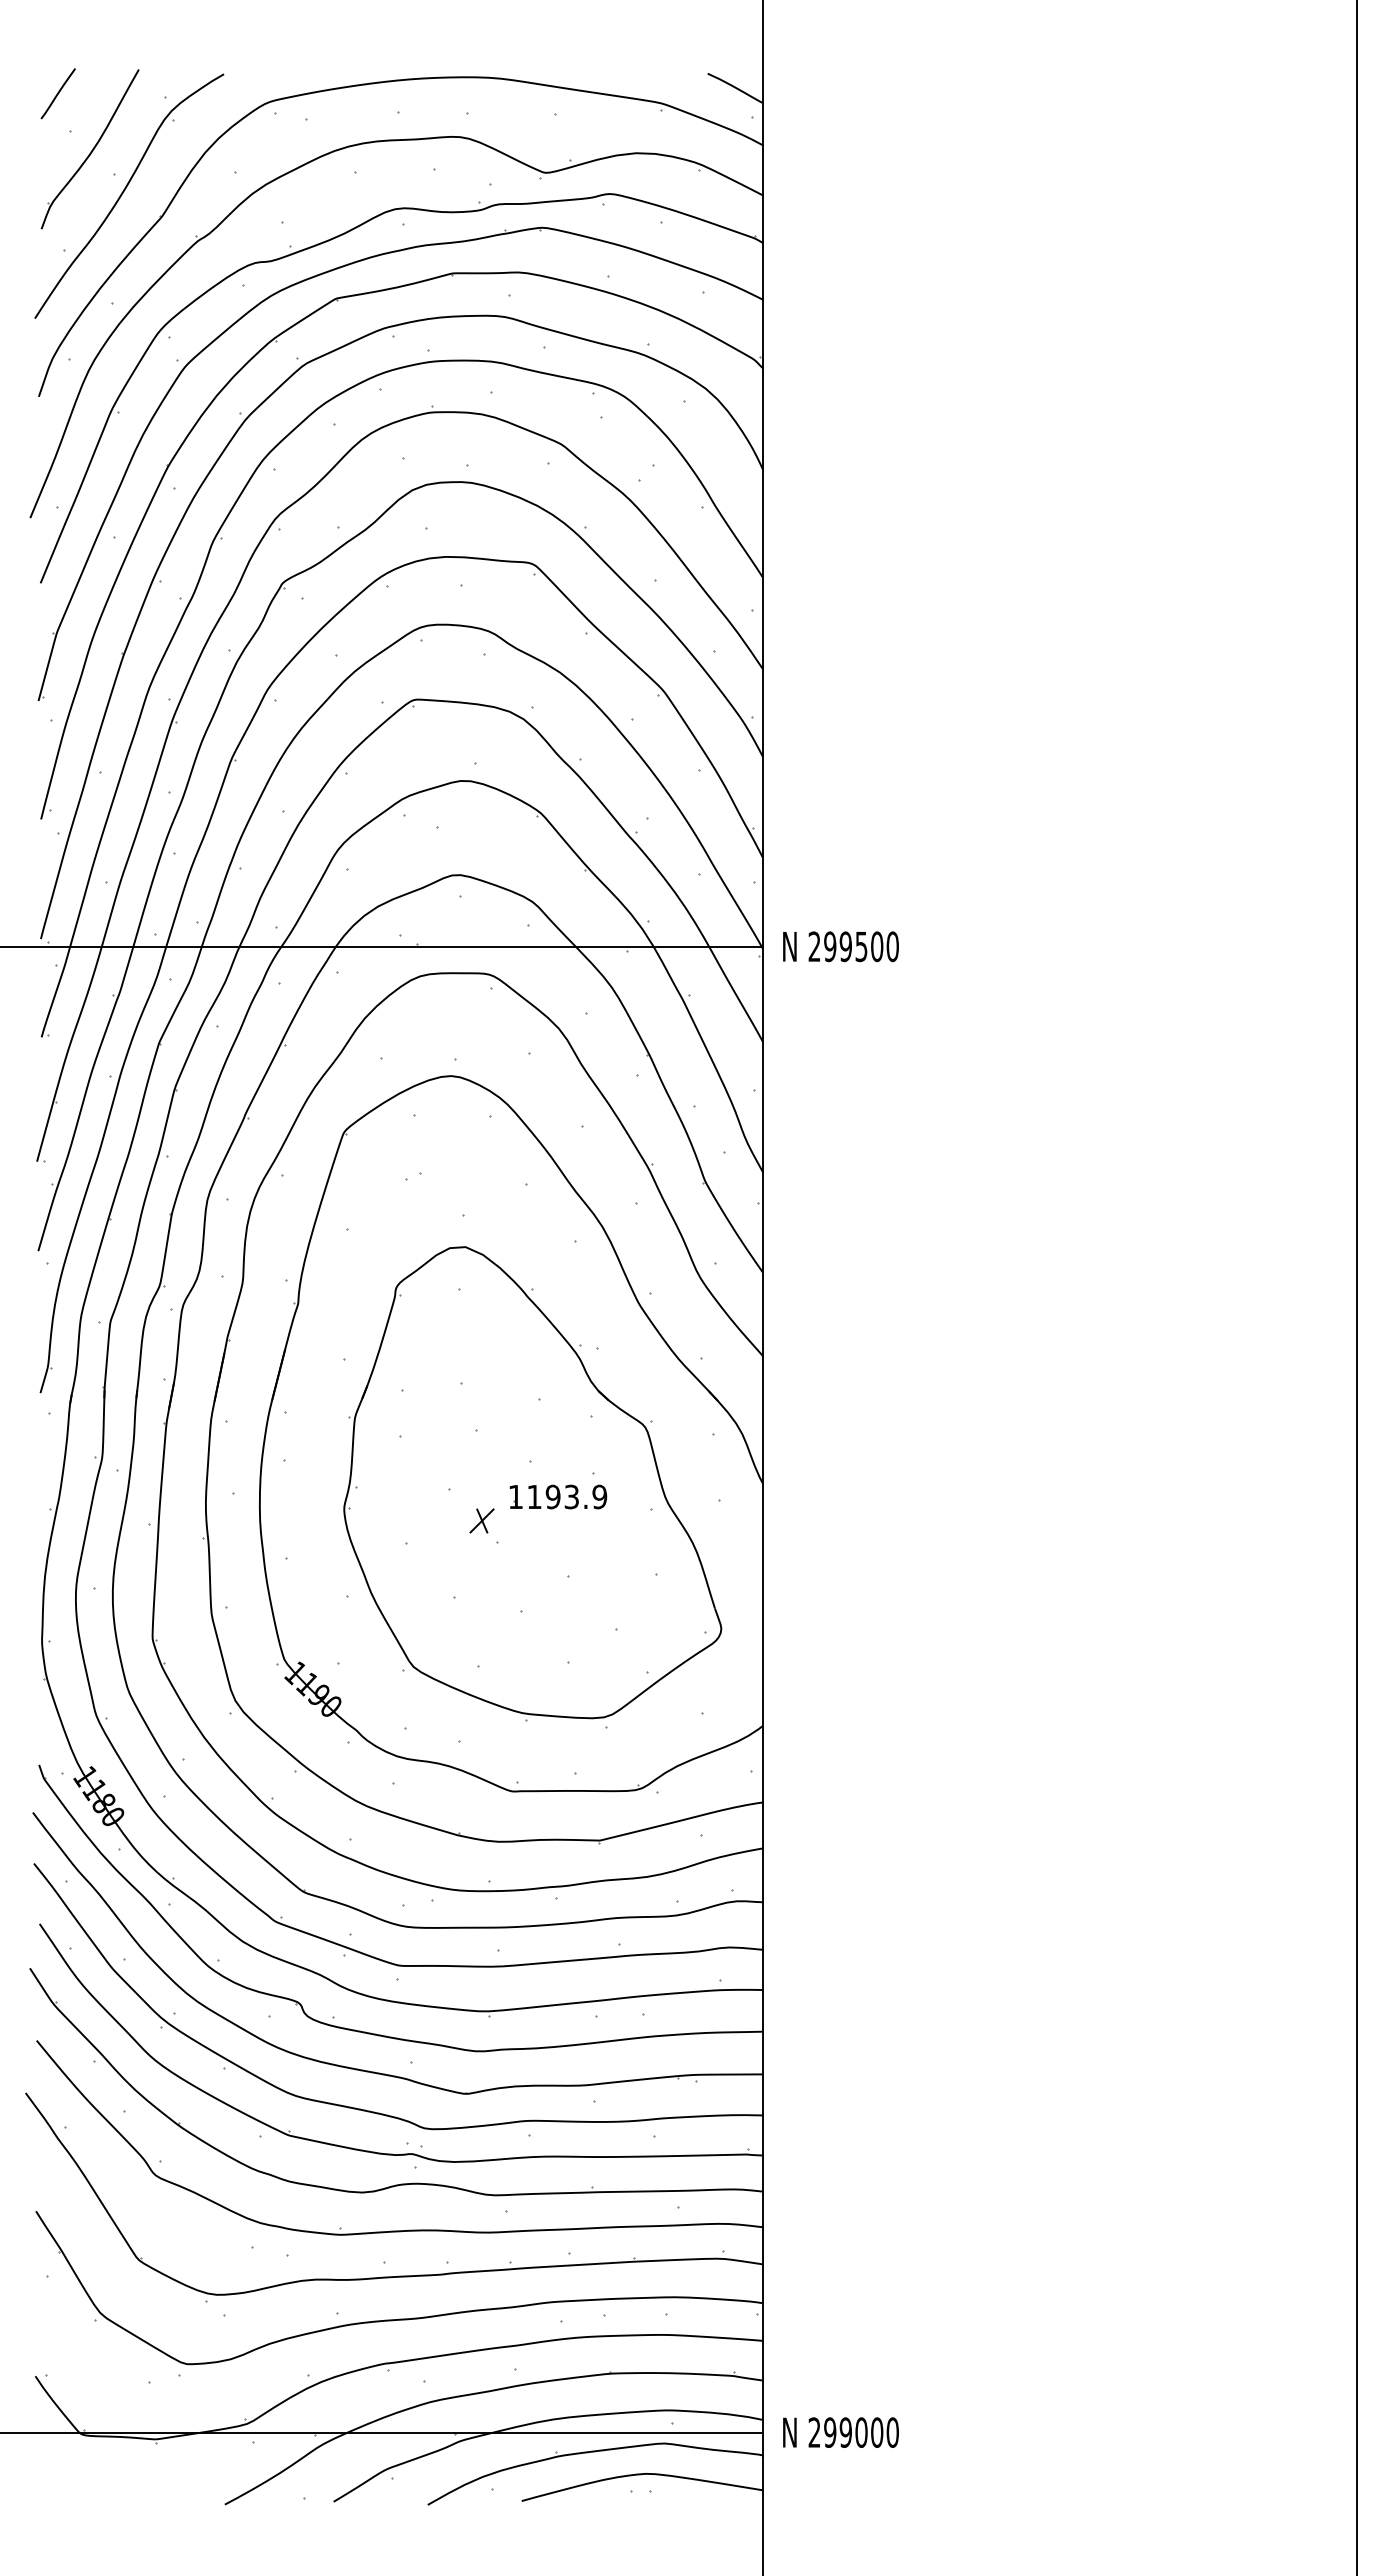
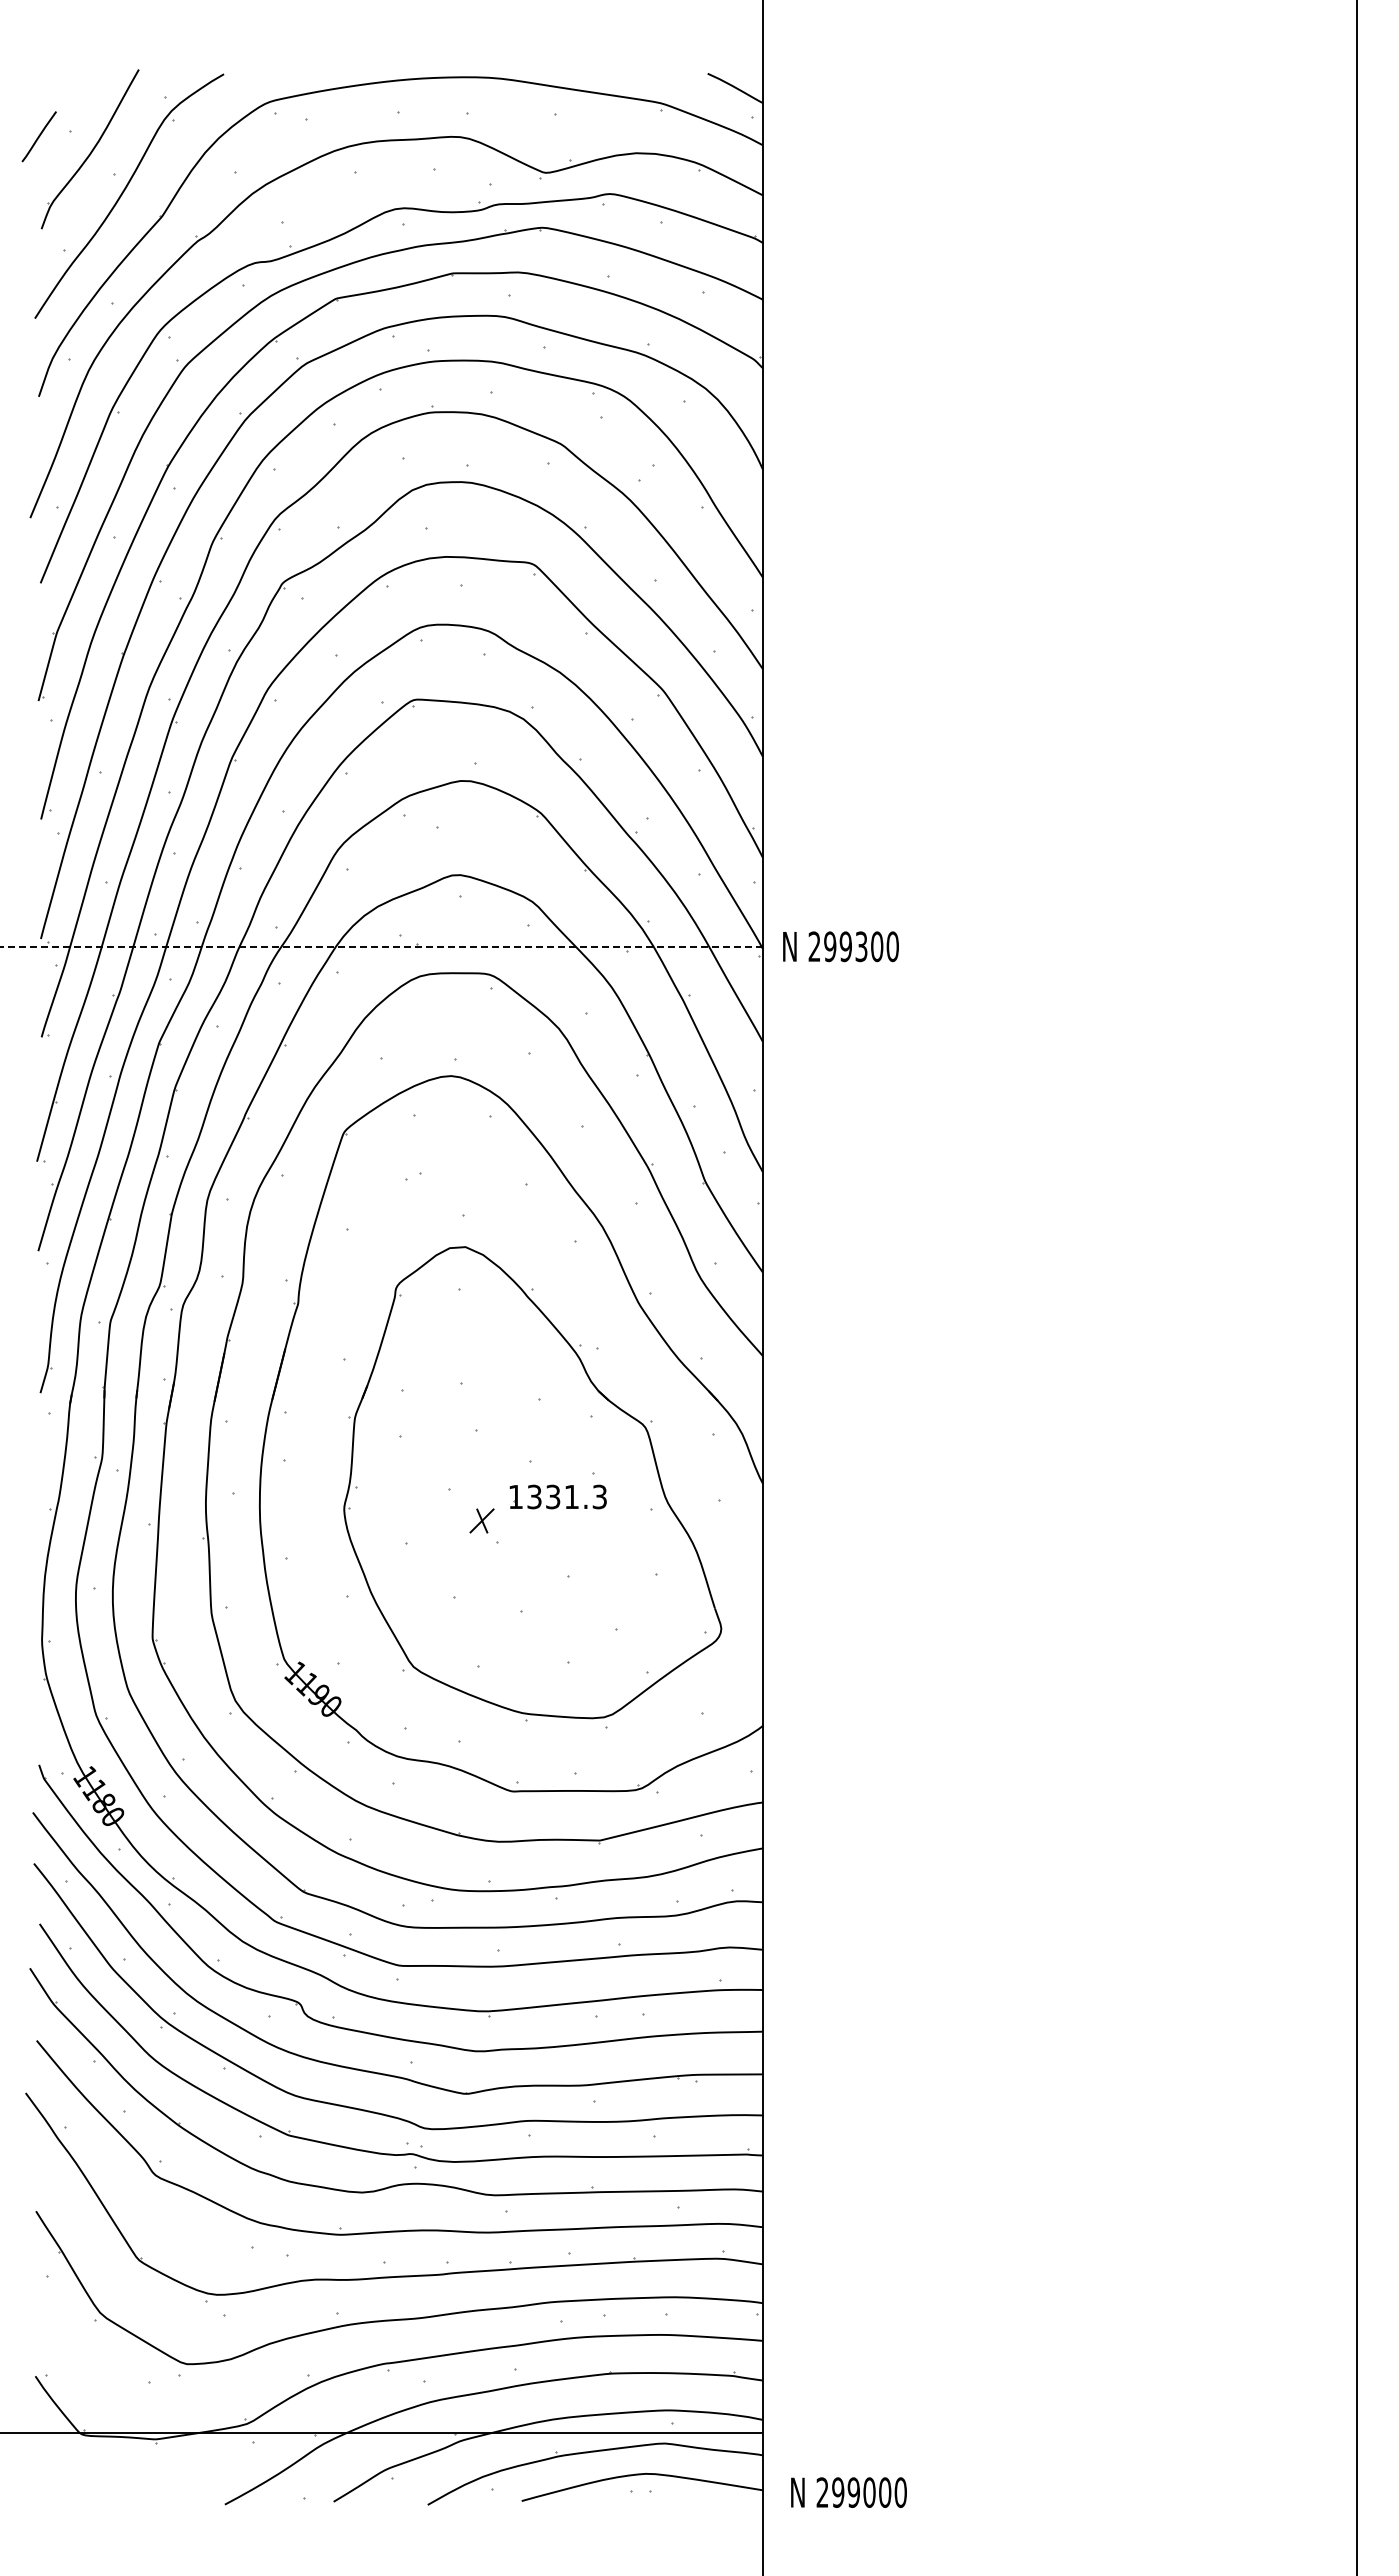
line at (57, 93) position: (57, 93) -> (38, 136)
line at (381, 946): solid -> dashed
text at (861, 946): 299500 -> 299300
text at (567, 1496): 1193.9 -> 1331.3
text at (840, 2432) position: (840, 2432) -> (848, 2492)
